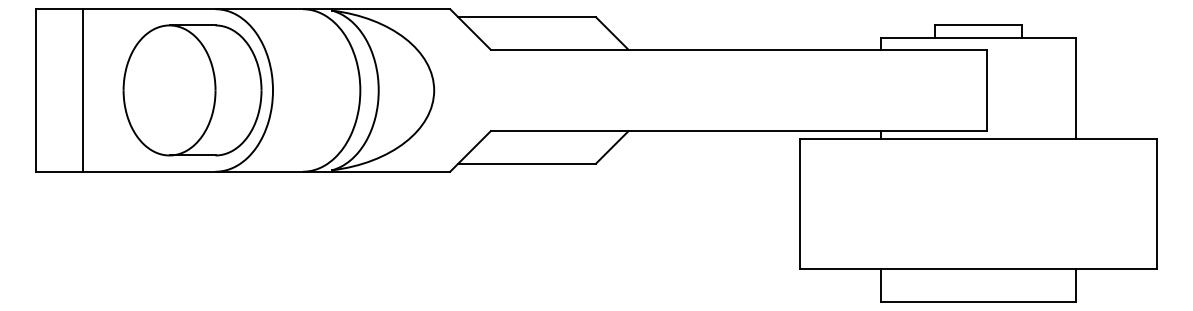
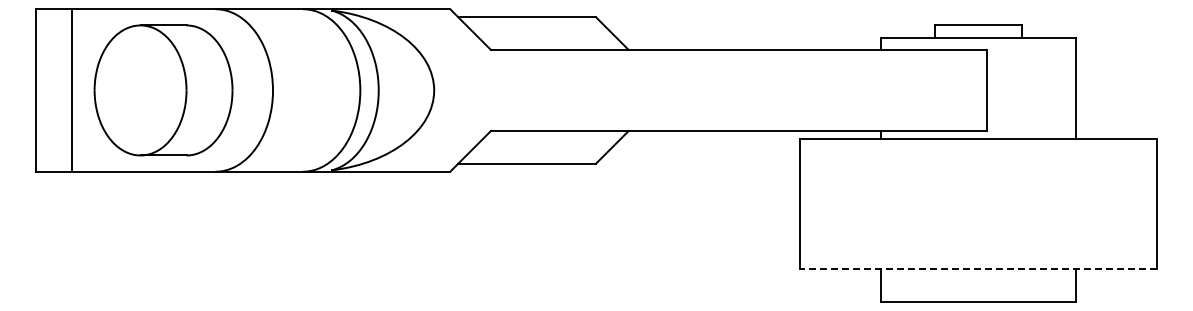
line at (83, 90) position: (83, 90) -> (72, 90)
part at (192, 90) position: (192, 90) -> (163, 90)
line at (978, 269): solid -> dashed
